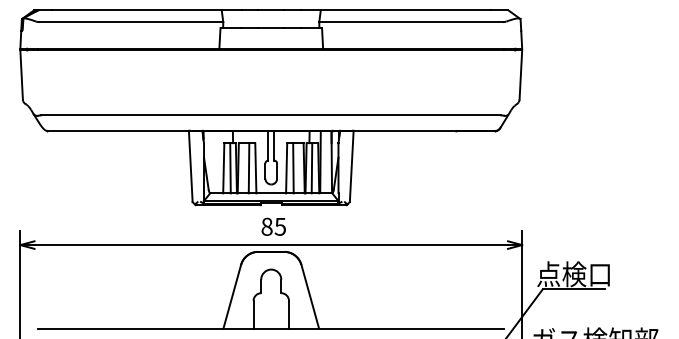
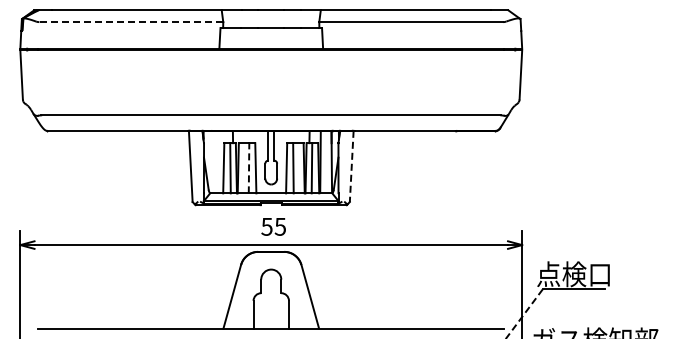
line at (131, 22): solid -> dashed
line at (351, 166): solid -> dashed
line at (249, 167): solid -> dashed
text at (266, 226): 85 -> 55
line at (524, 314): solid -> dashed
